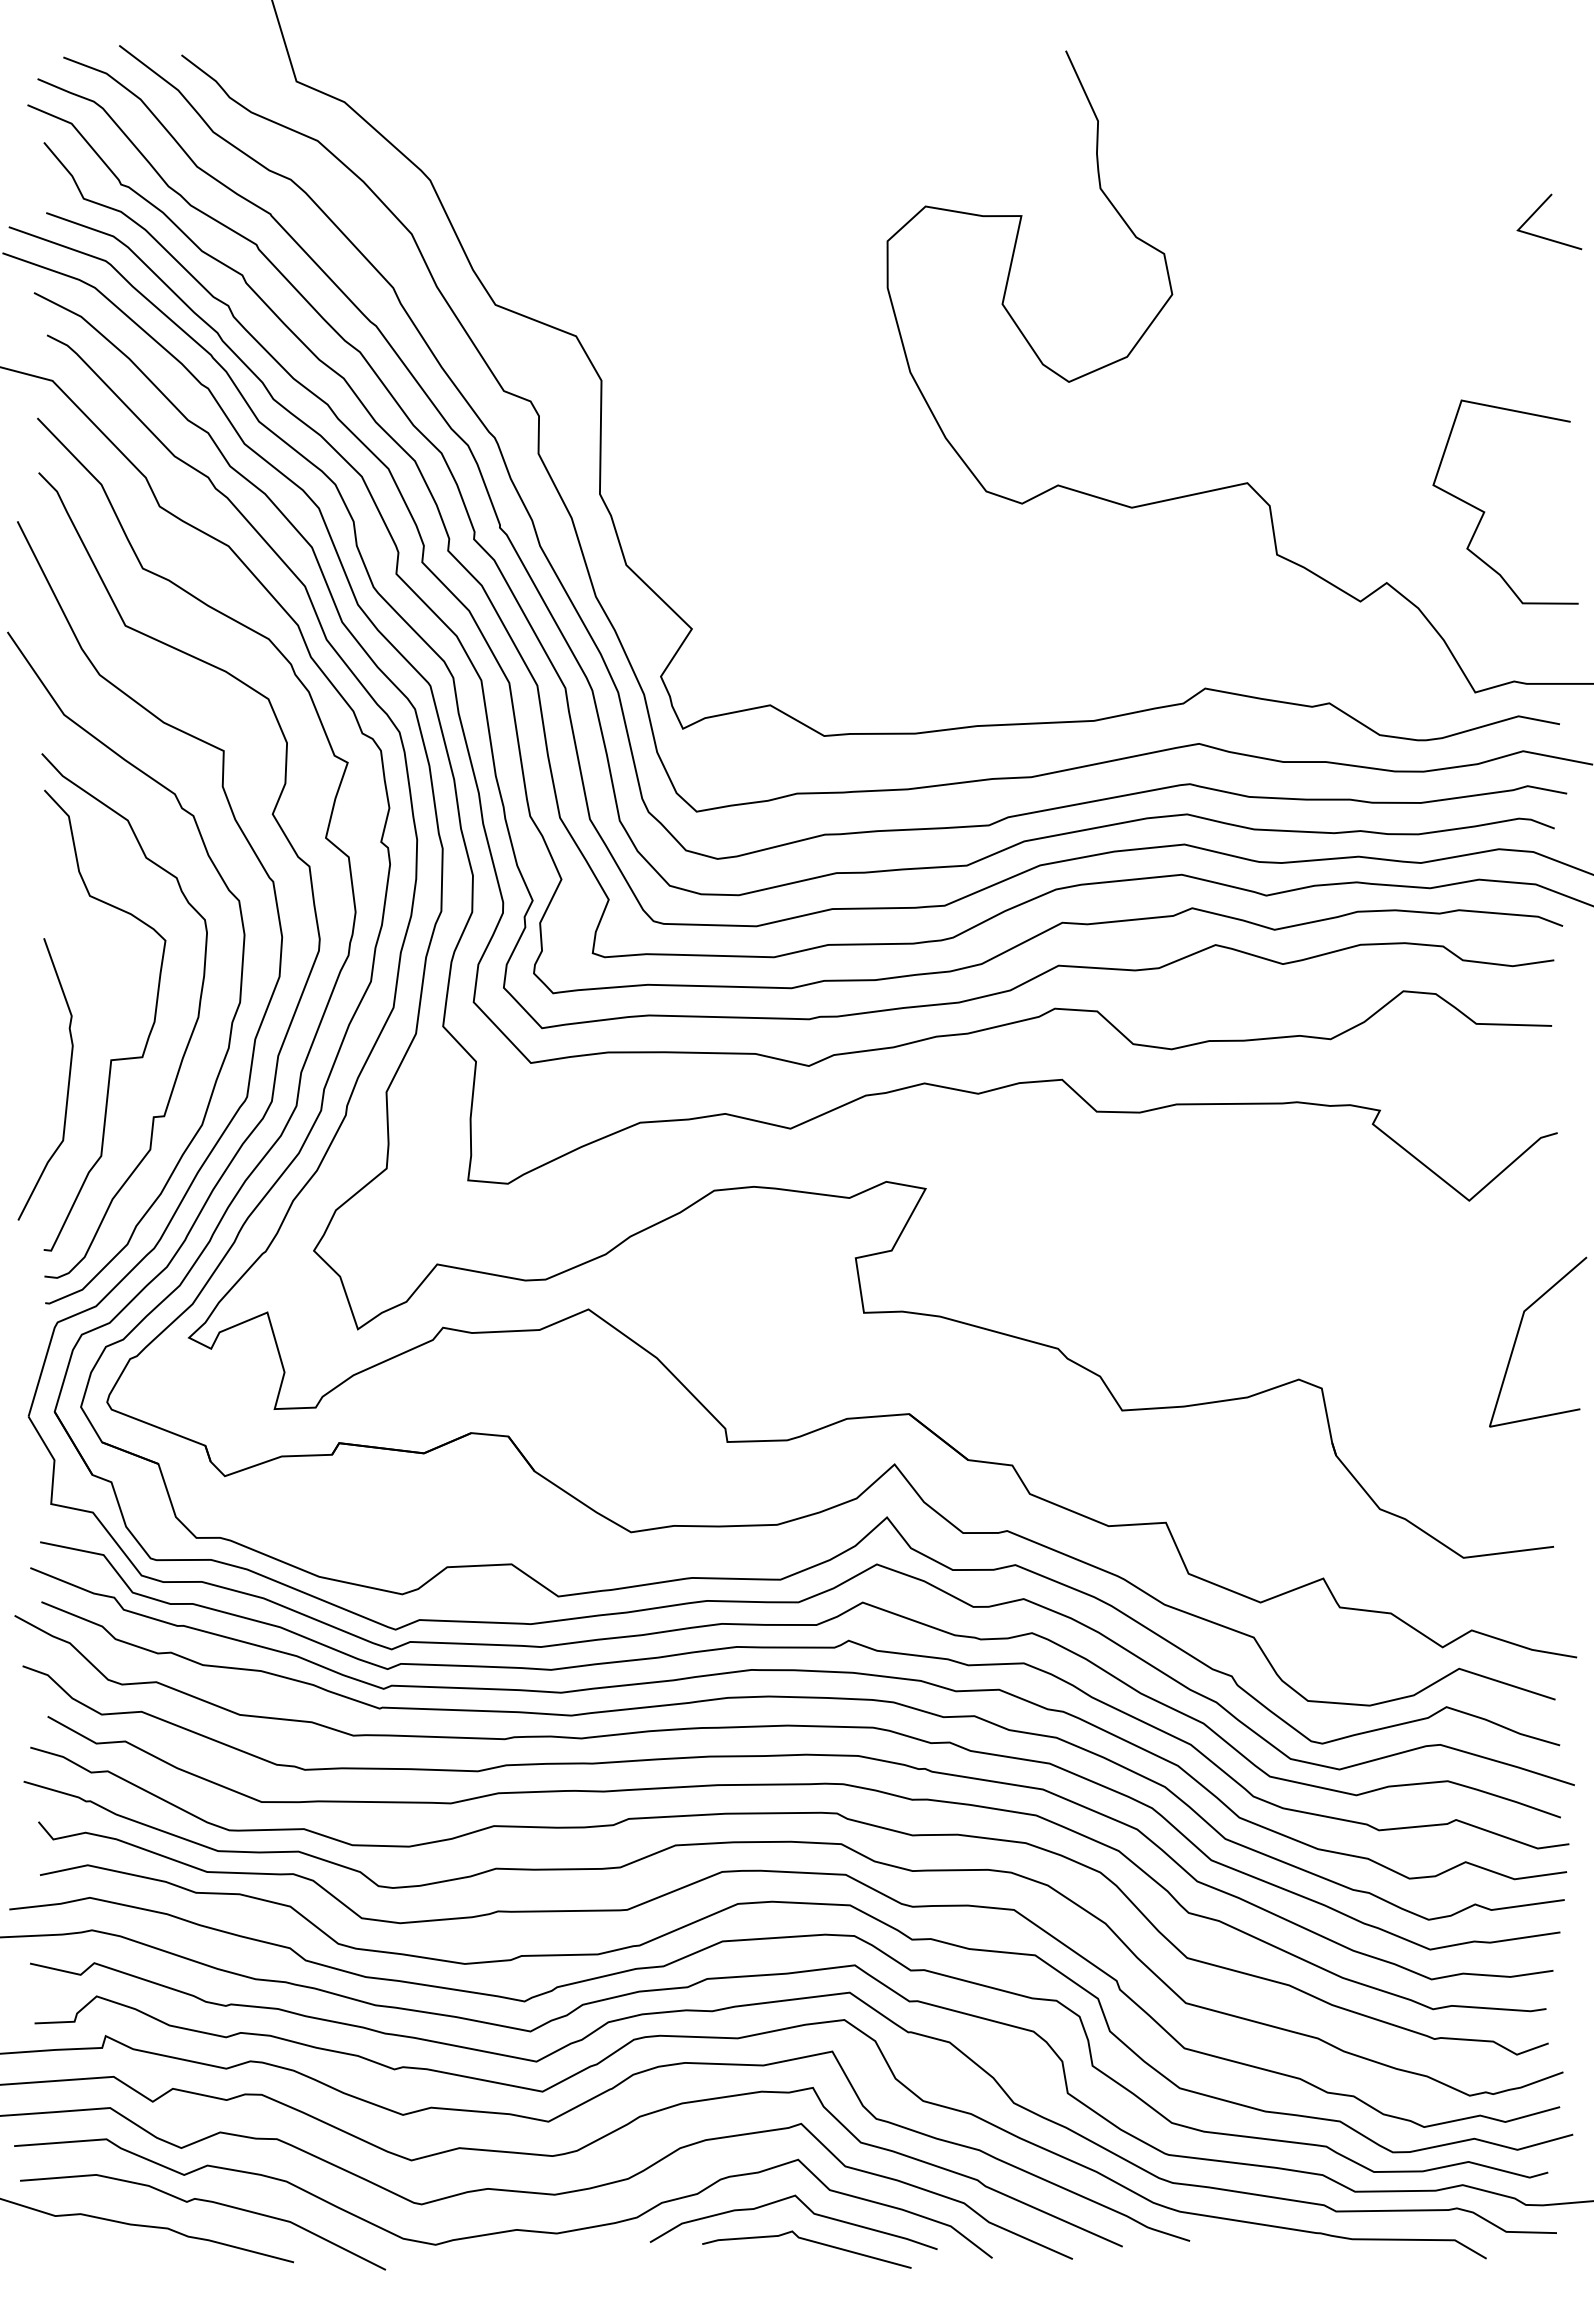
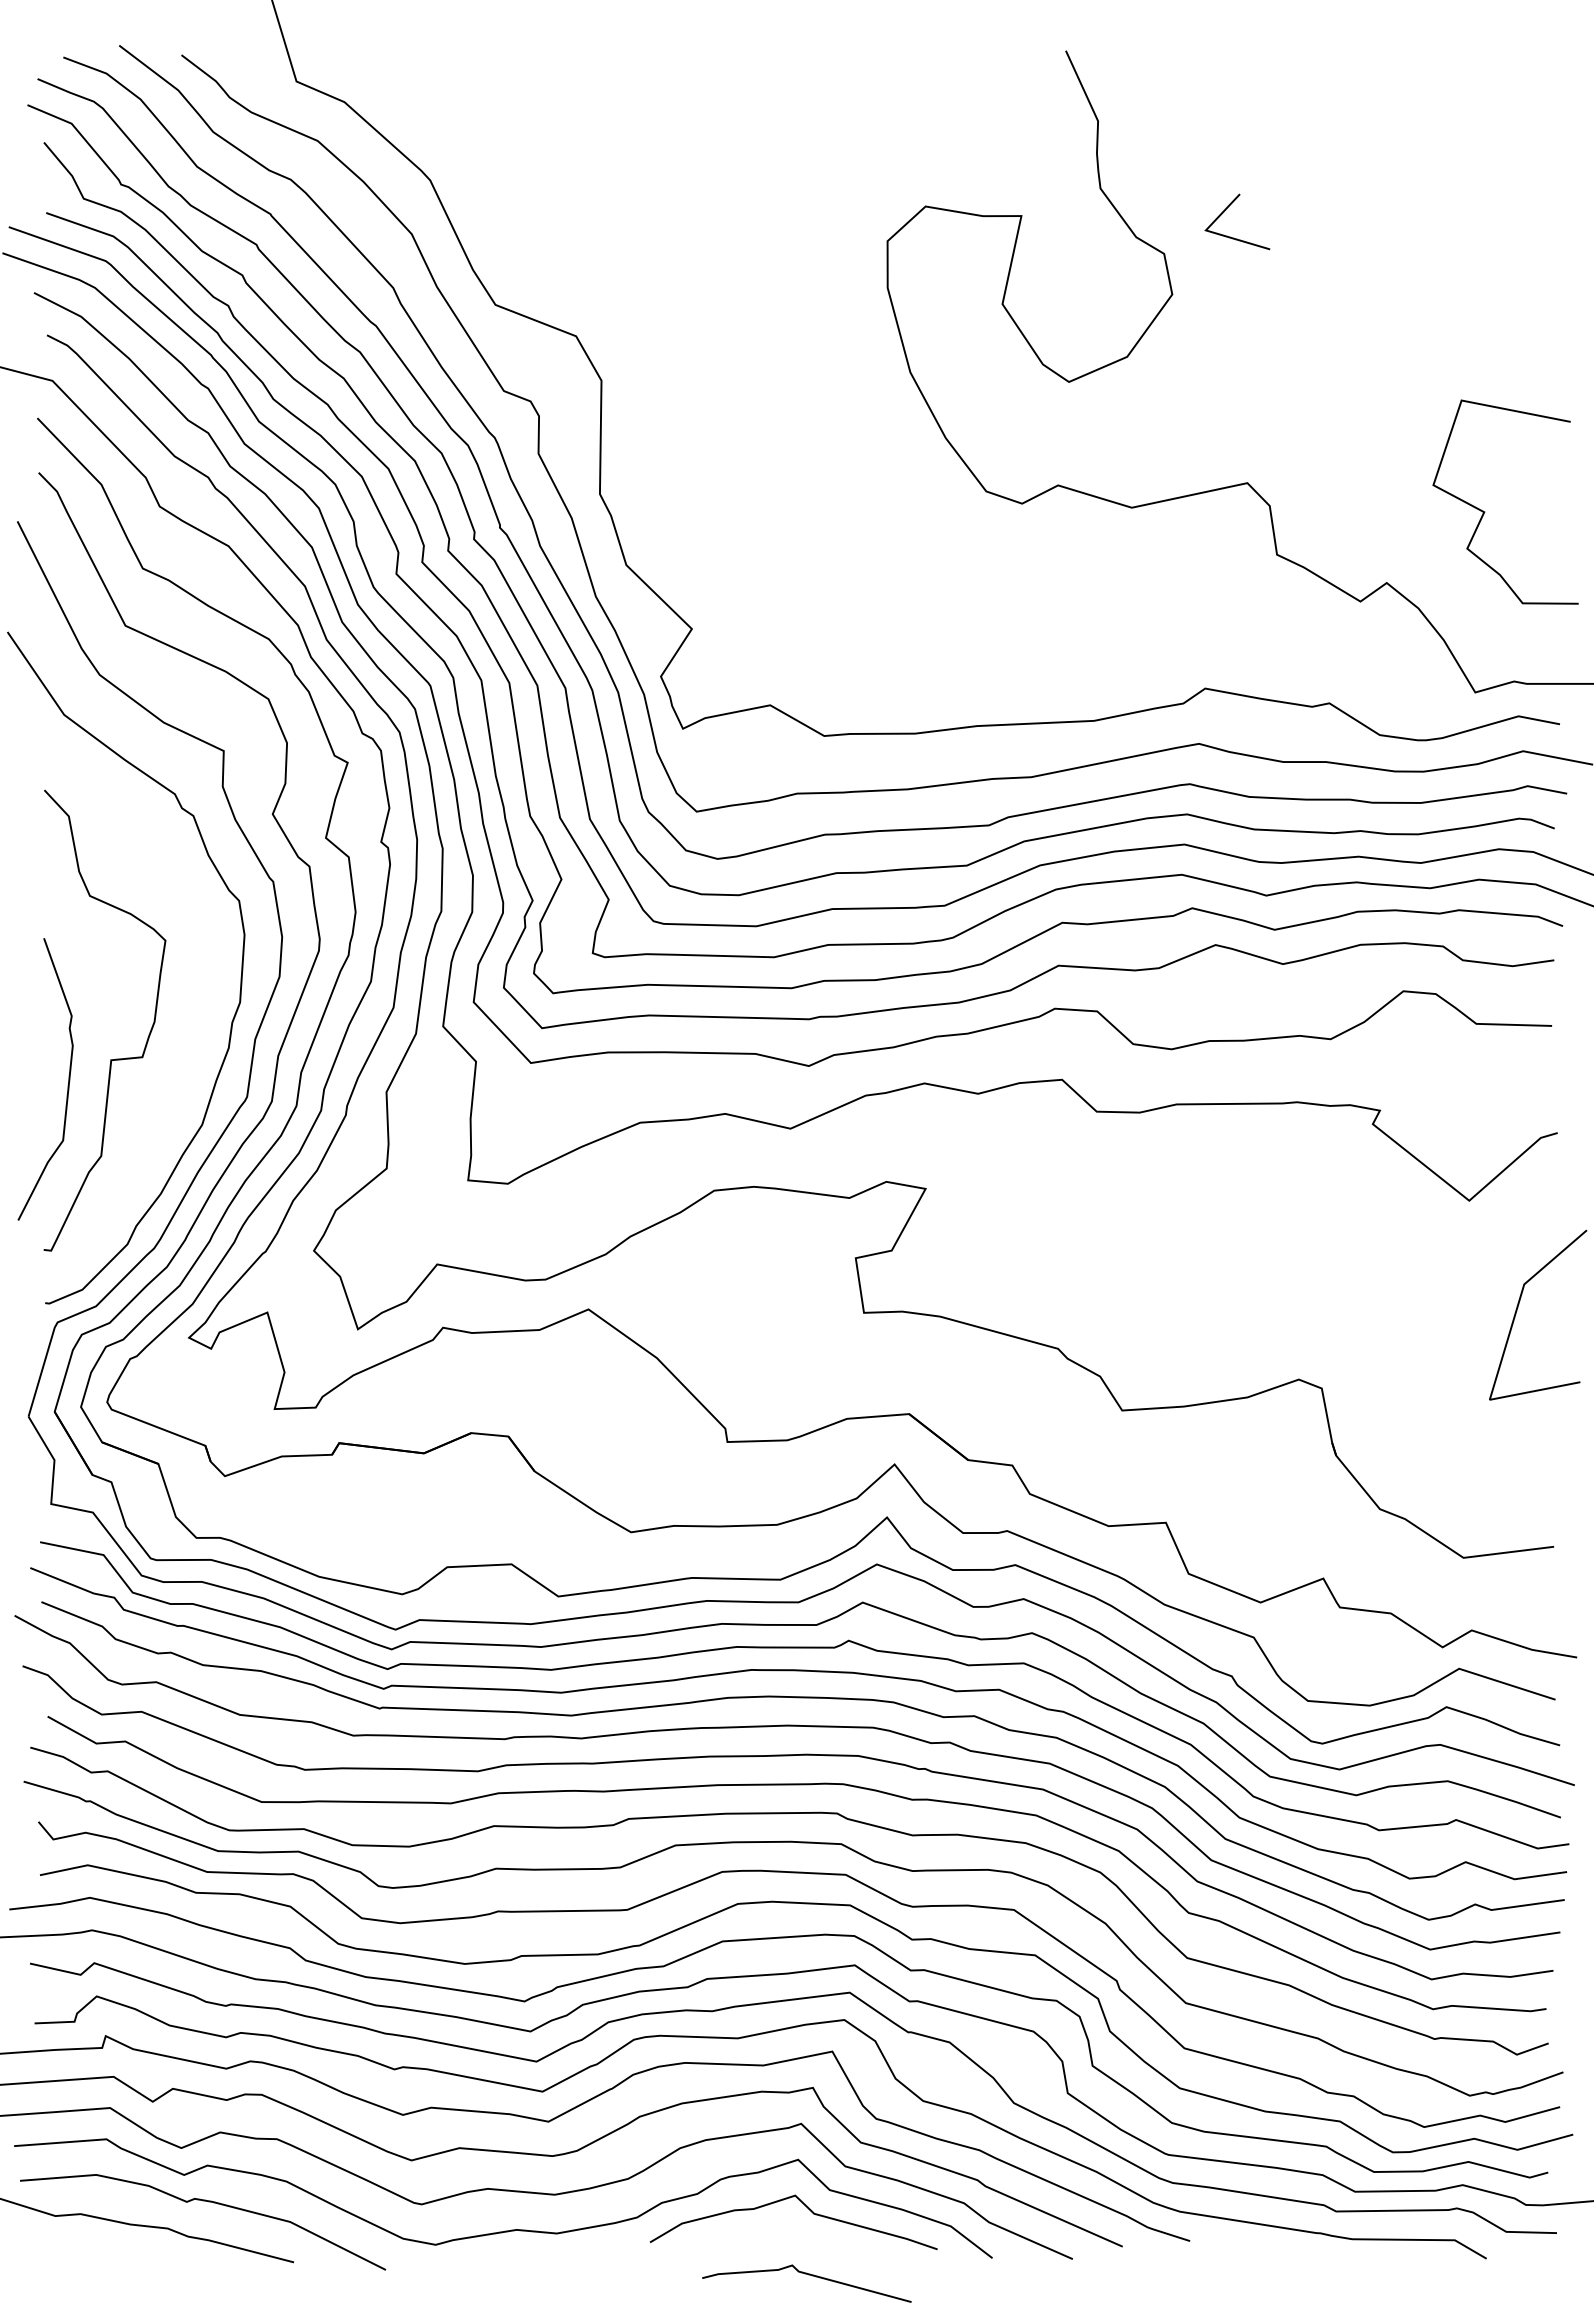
line at (1537, 211) position: (1537, 211) -> (1225, 211)
curve at (187, 1042): present -> none
line at (1518, 1334) position: (1518, 1334) -> (1518, 1307)
curve at (808, 2241) position: (808, 2241) -> (808, 2275)
